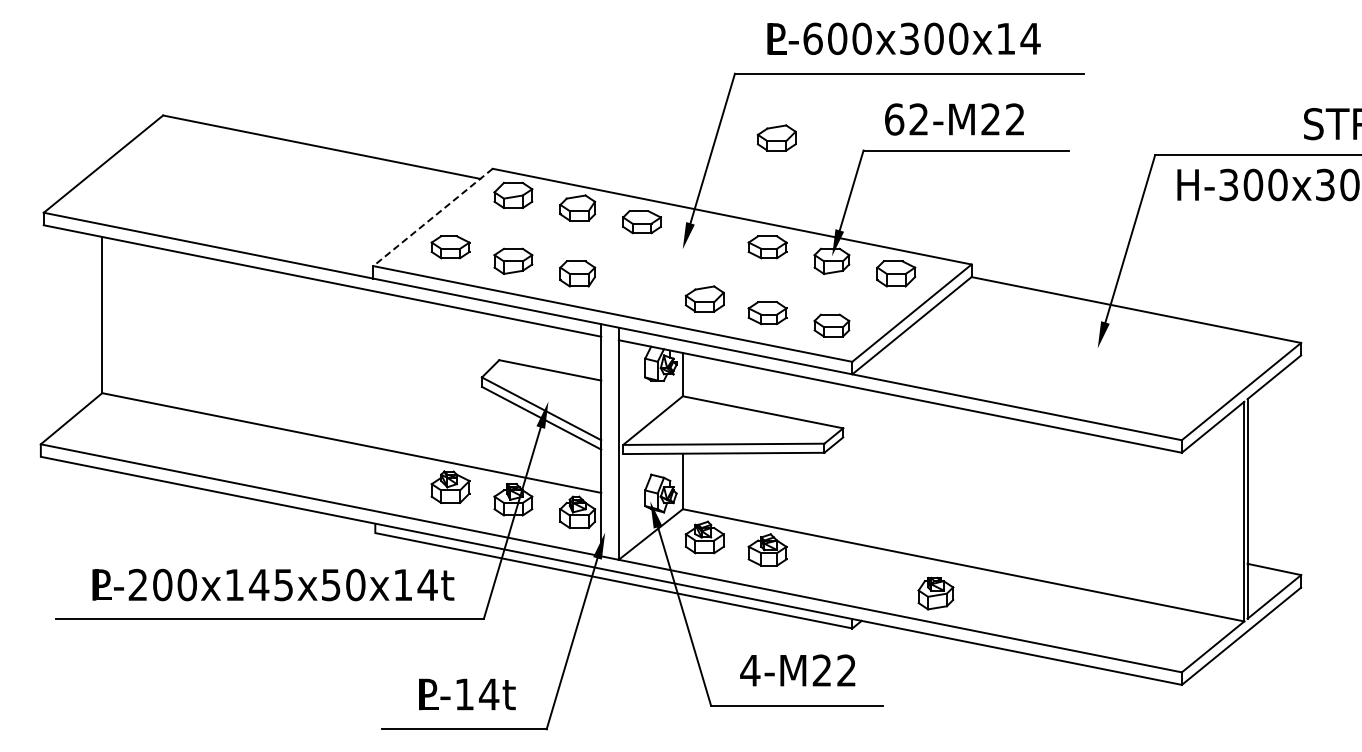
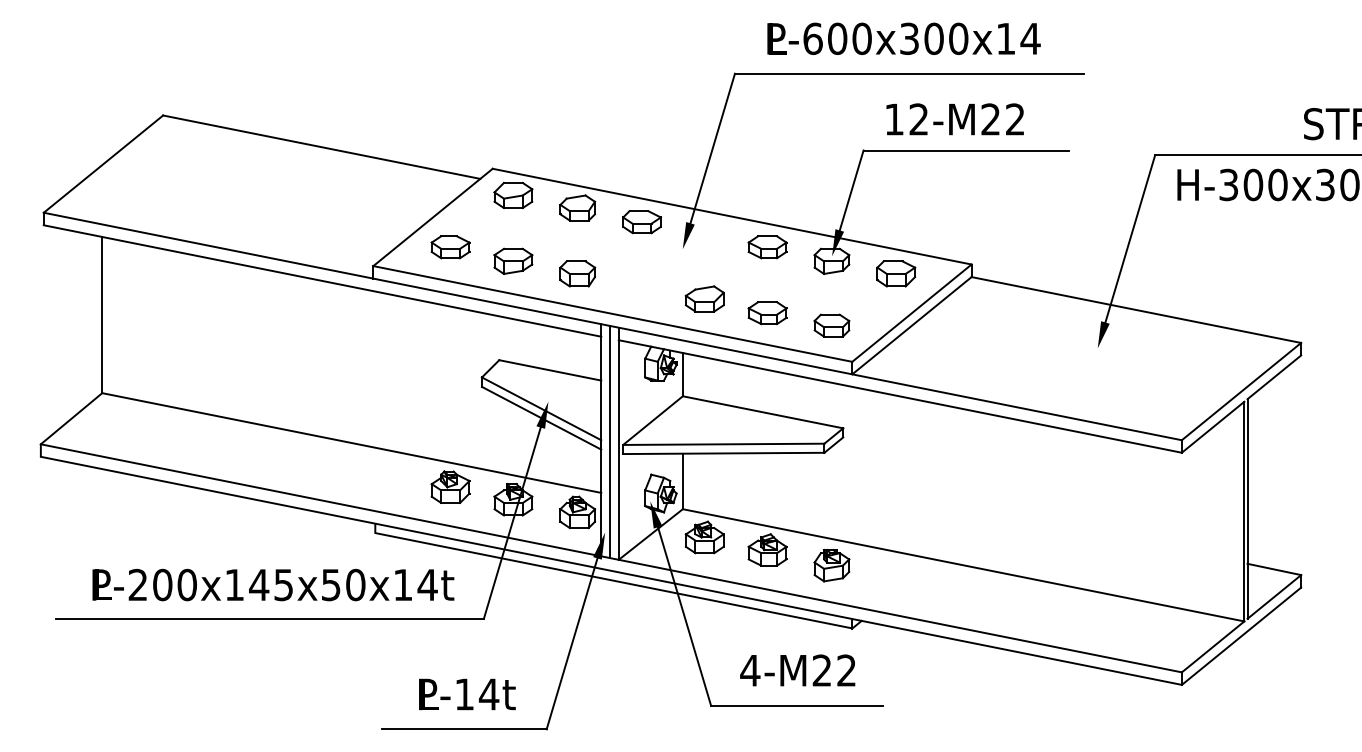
text at (894, 119): 62-M22 -> 12-M22
part at (776, 137): present -> none
line at (433, 217): dashed -> solid
line at (610, 441): none -> present
part at (935, 593) position: (935, 593) -> (831, 565)
